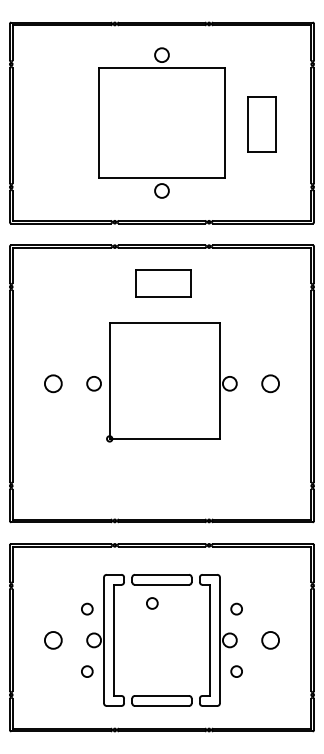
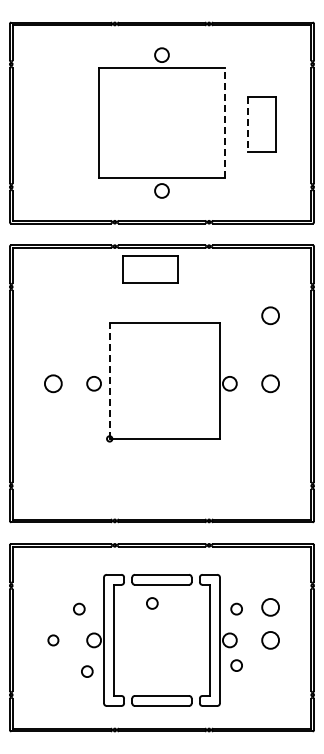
line at (224, 122): solid -> dashed
line at (248, 125): solid -> dashed
part at (163, 283) position: (163, 283) -> (150, 269)
circle at (270, 315): none -> present
line at (109, 381): solid -> dashed
circle at (270, 607): none -> present
circle at (87, 608) position: (87, 608) -> (79, 608)
circle at (53, 640) size: 19x19 px -> 13x13 px
circle at (236, 671) position: (236, 671) -> (236, 665)
